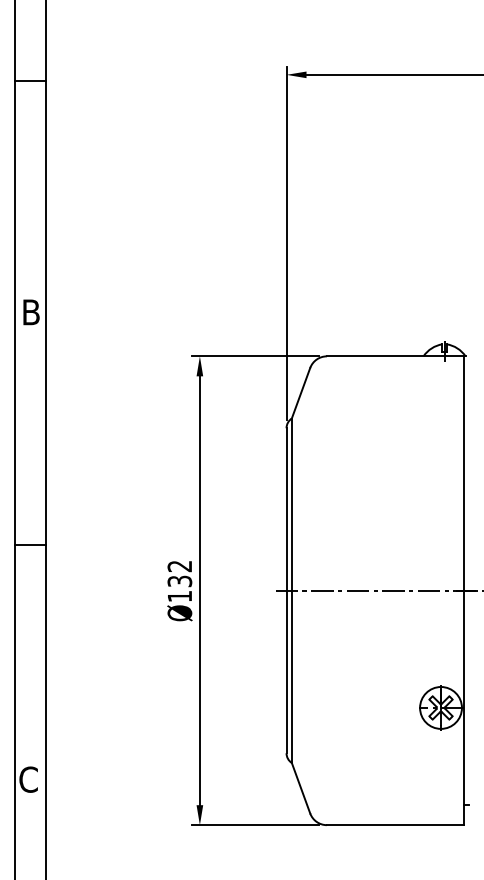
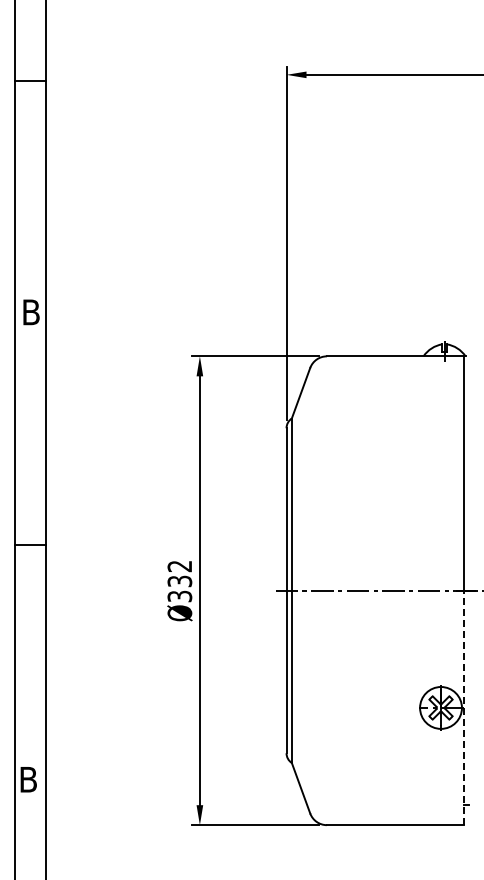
text at (179, 596): Ø132 -> Ø332
line at (464, 707): solid -> dashed
text at (28, 779): C -> B
